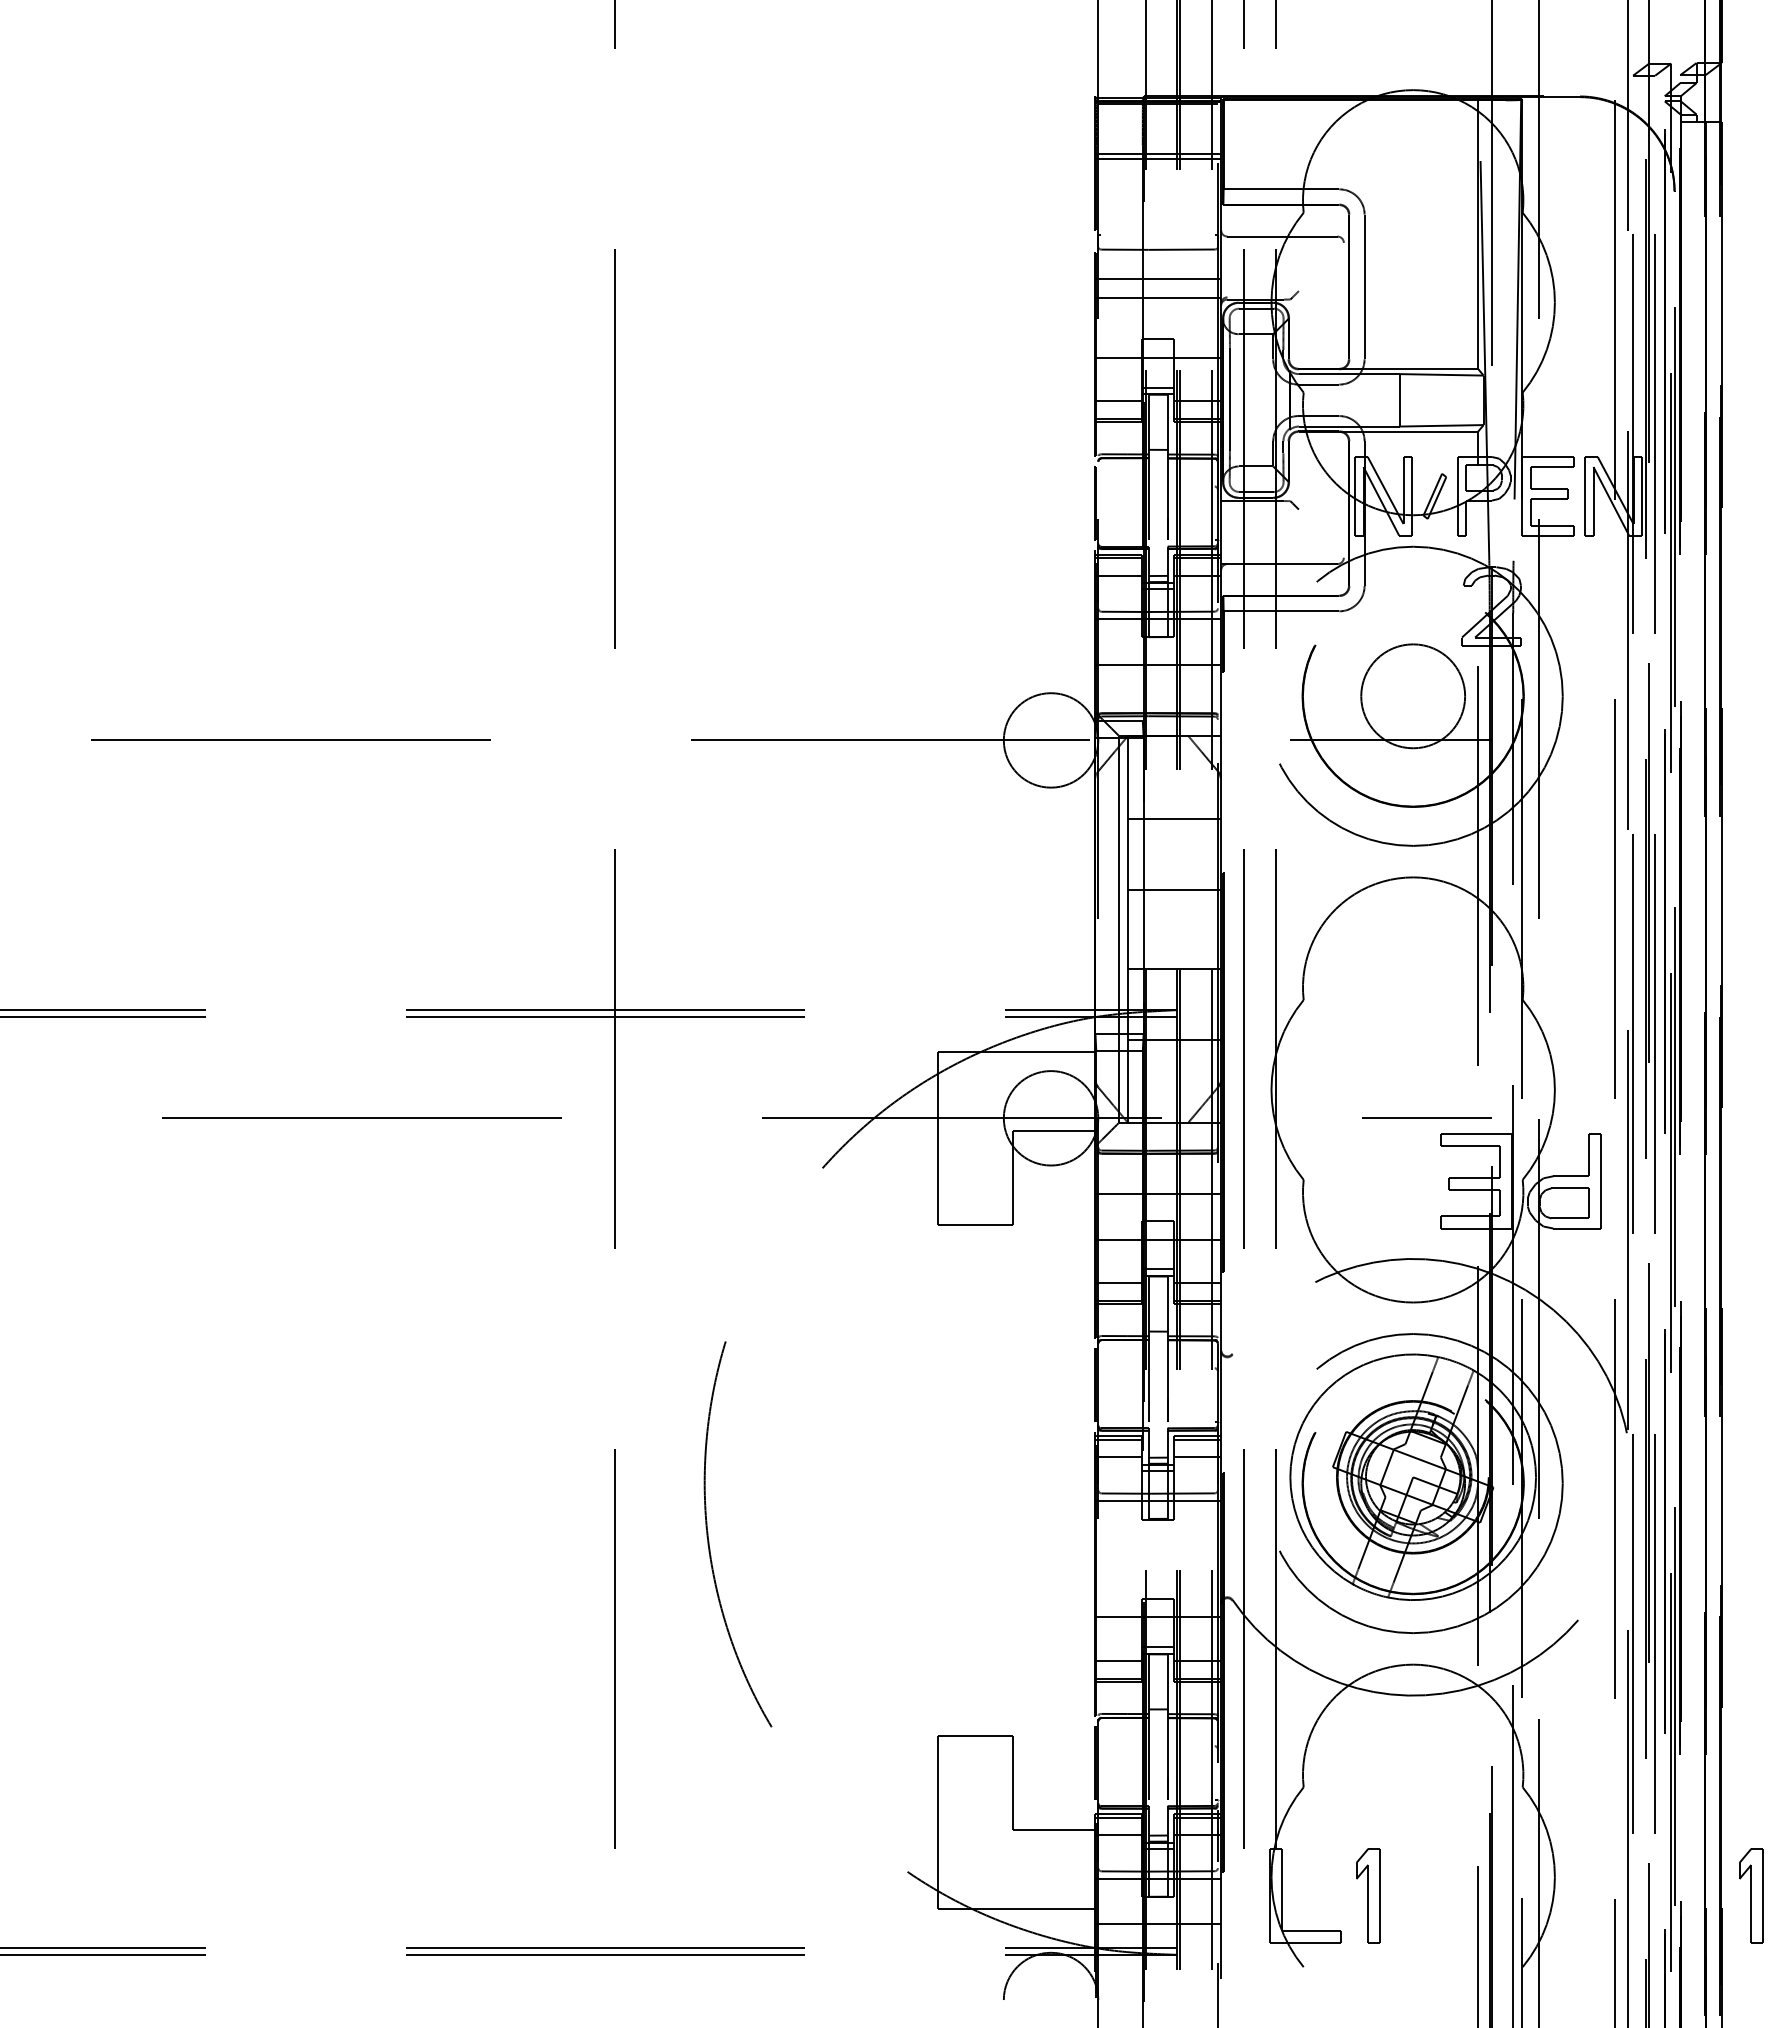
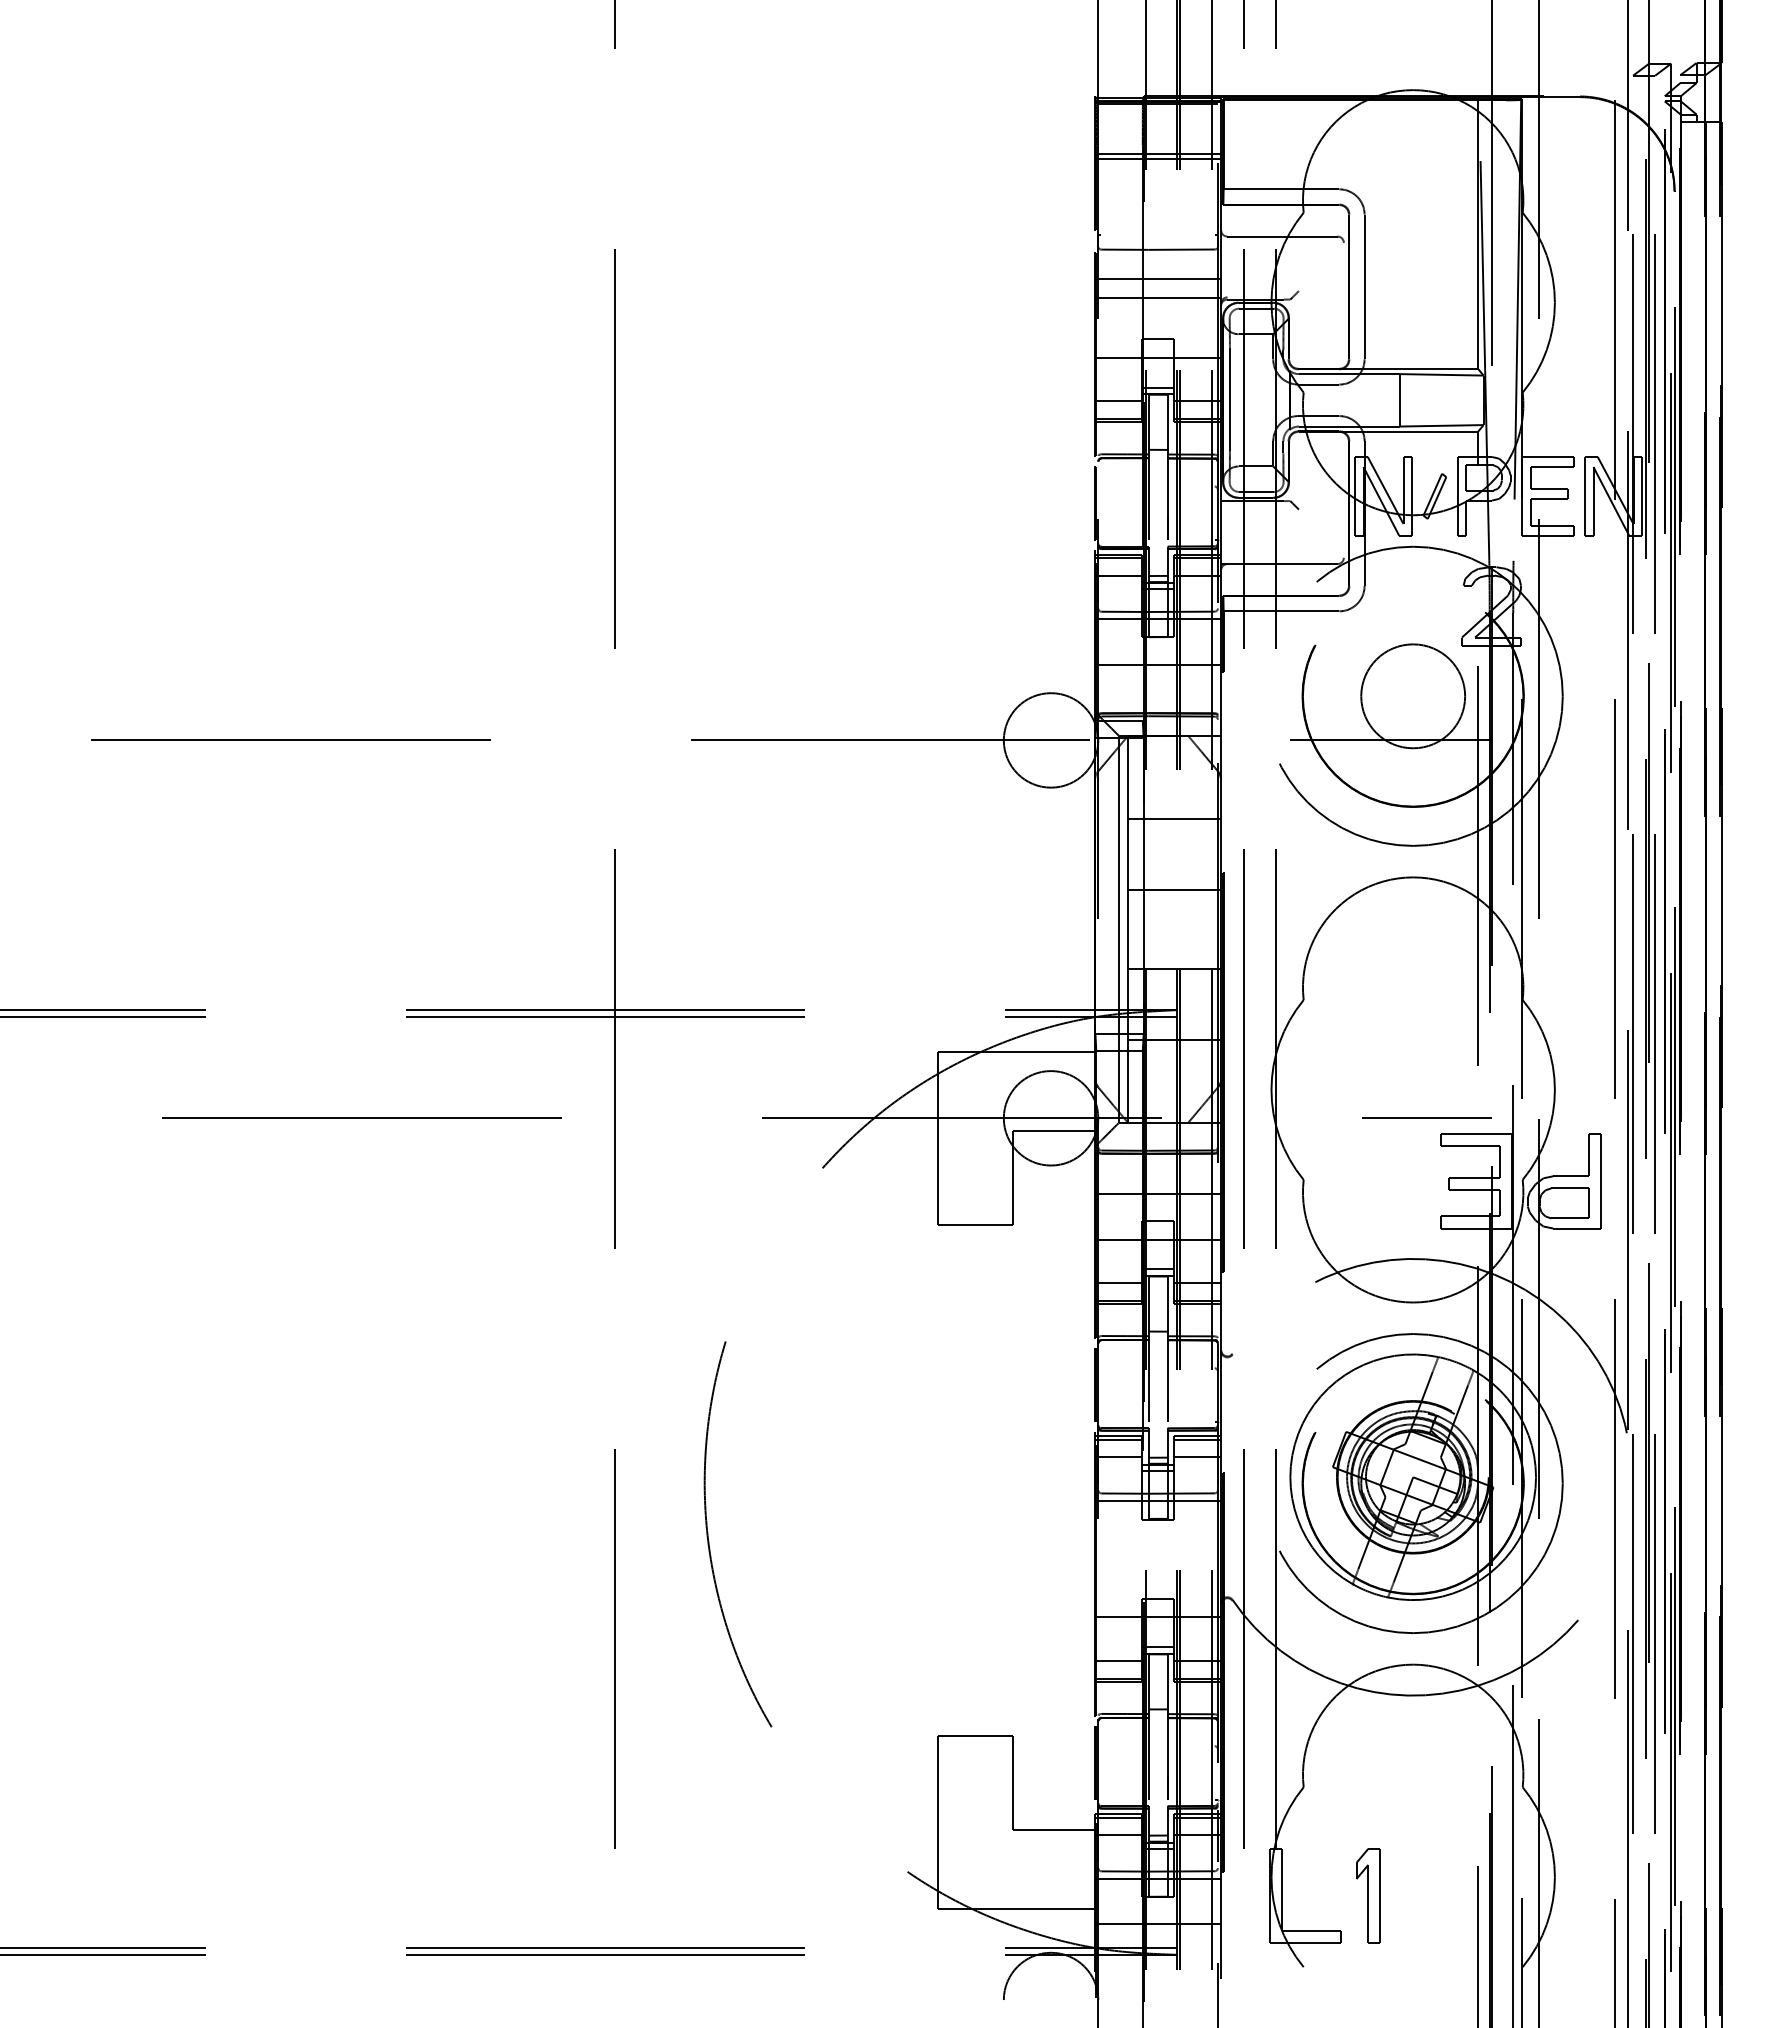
part at (1751, 1895): present -> none
